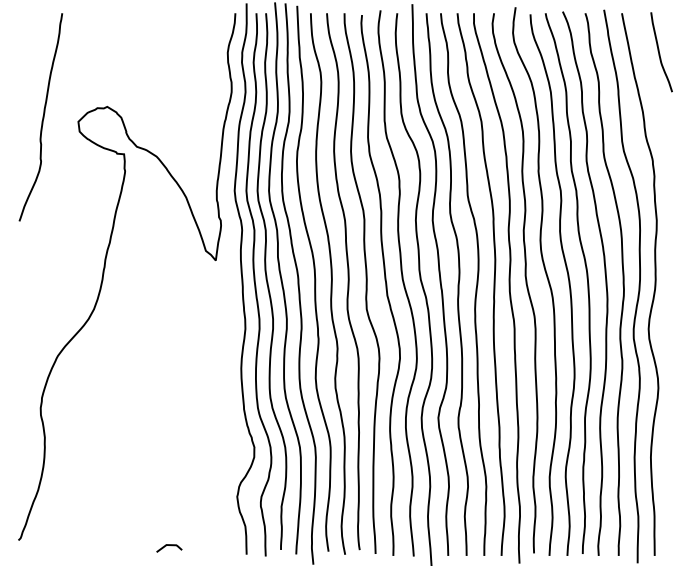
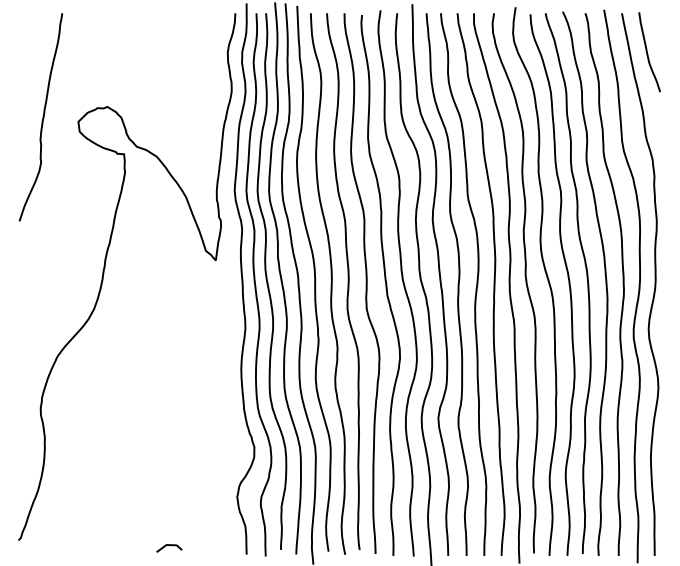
curve at (660, 53) position: (660, 53) -> (648, 53)
